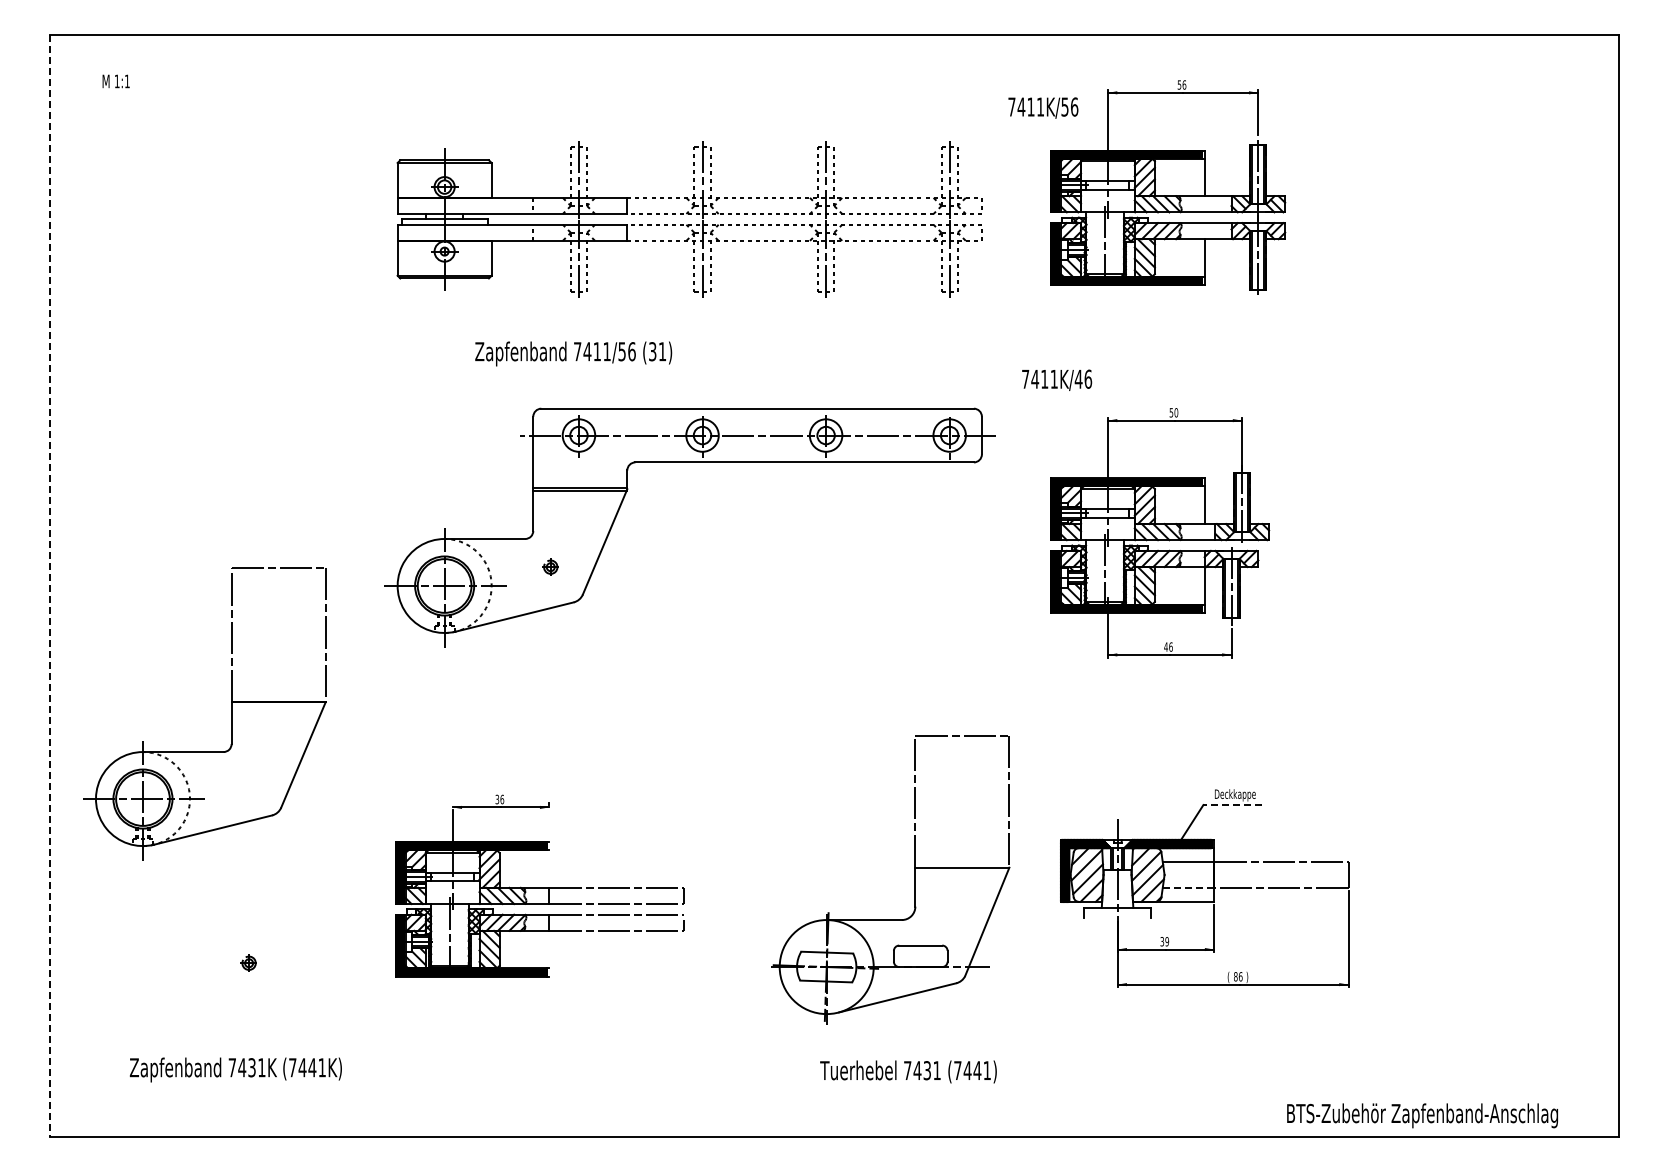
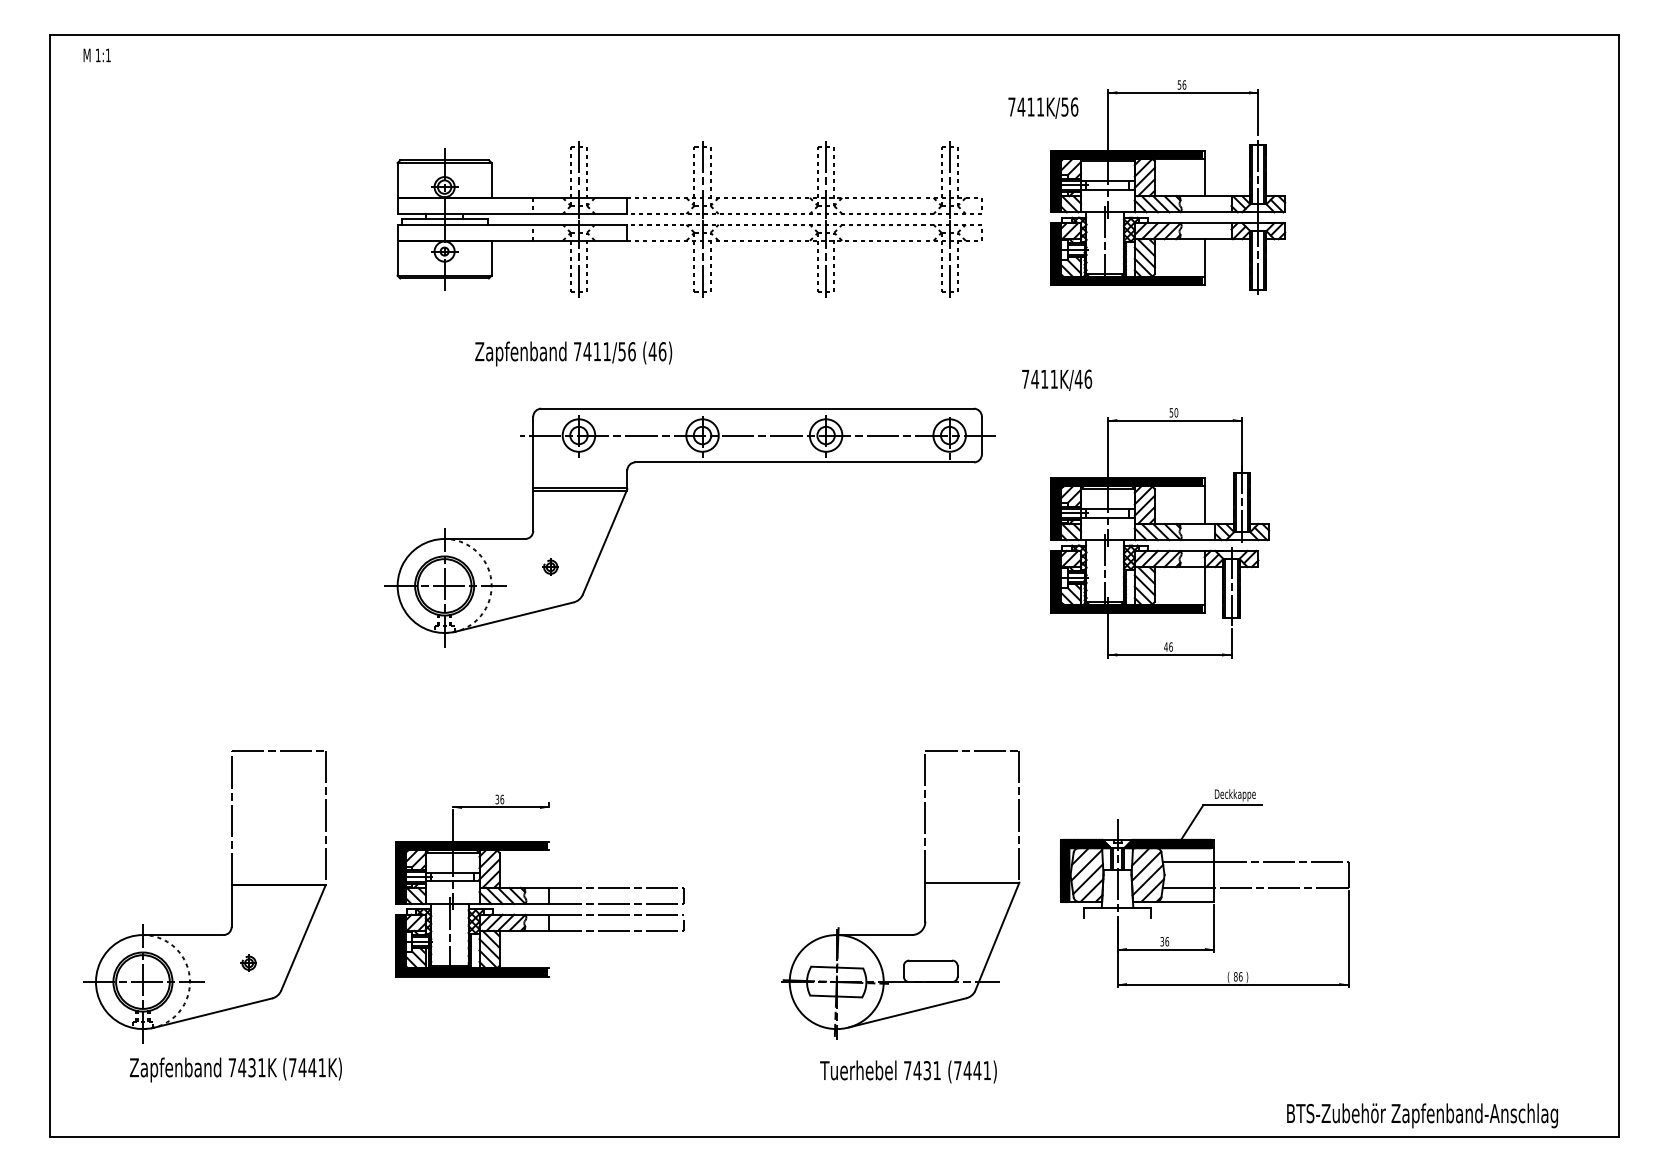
text at (115, 81) position: (115, 81) -> (96, 55)
text at (657, 351): (31) -> (46)
line at (50, 586): dashed -> solid
part at (231, 713) position: (231, 713) -> (231, 896)
line at (1232, 805): dashed -> solid
part at (914, 879) position: (914, 879) -> (924, 894)
line at (1188, 888): dashed -> solid
text at (1167, 941): 39 -> 36
